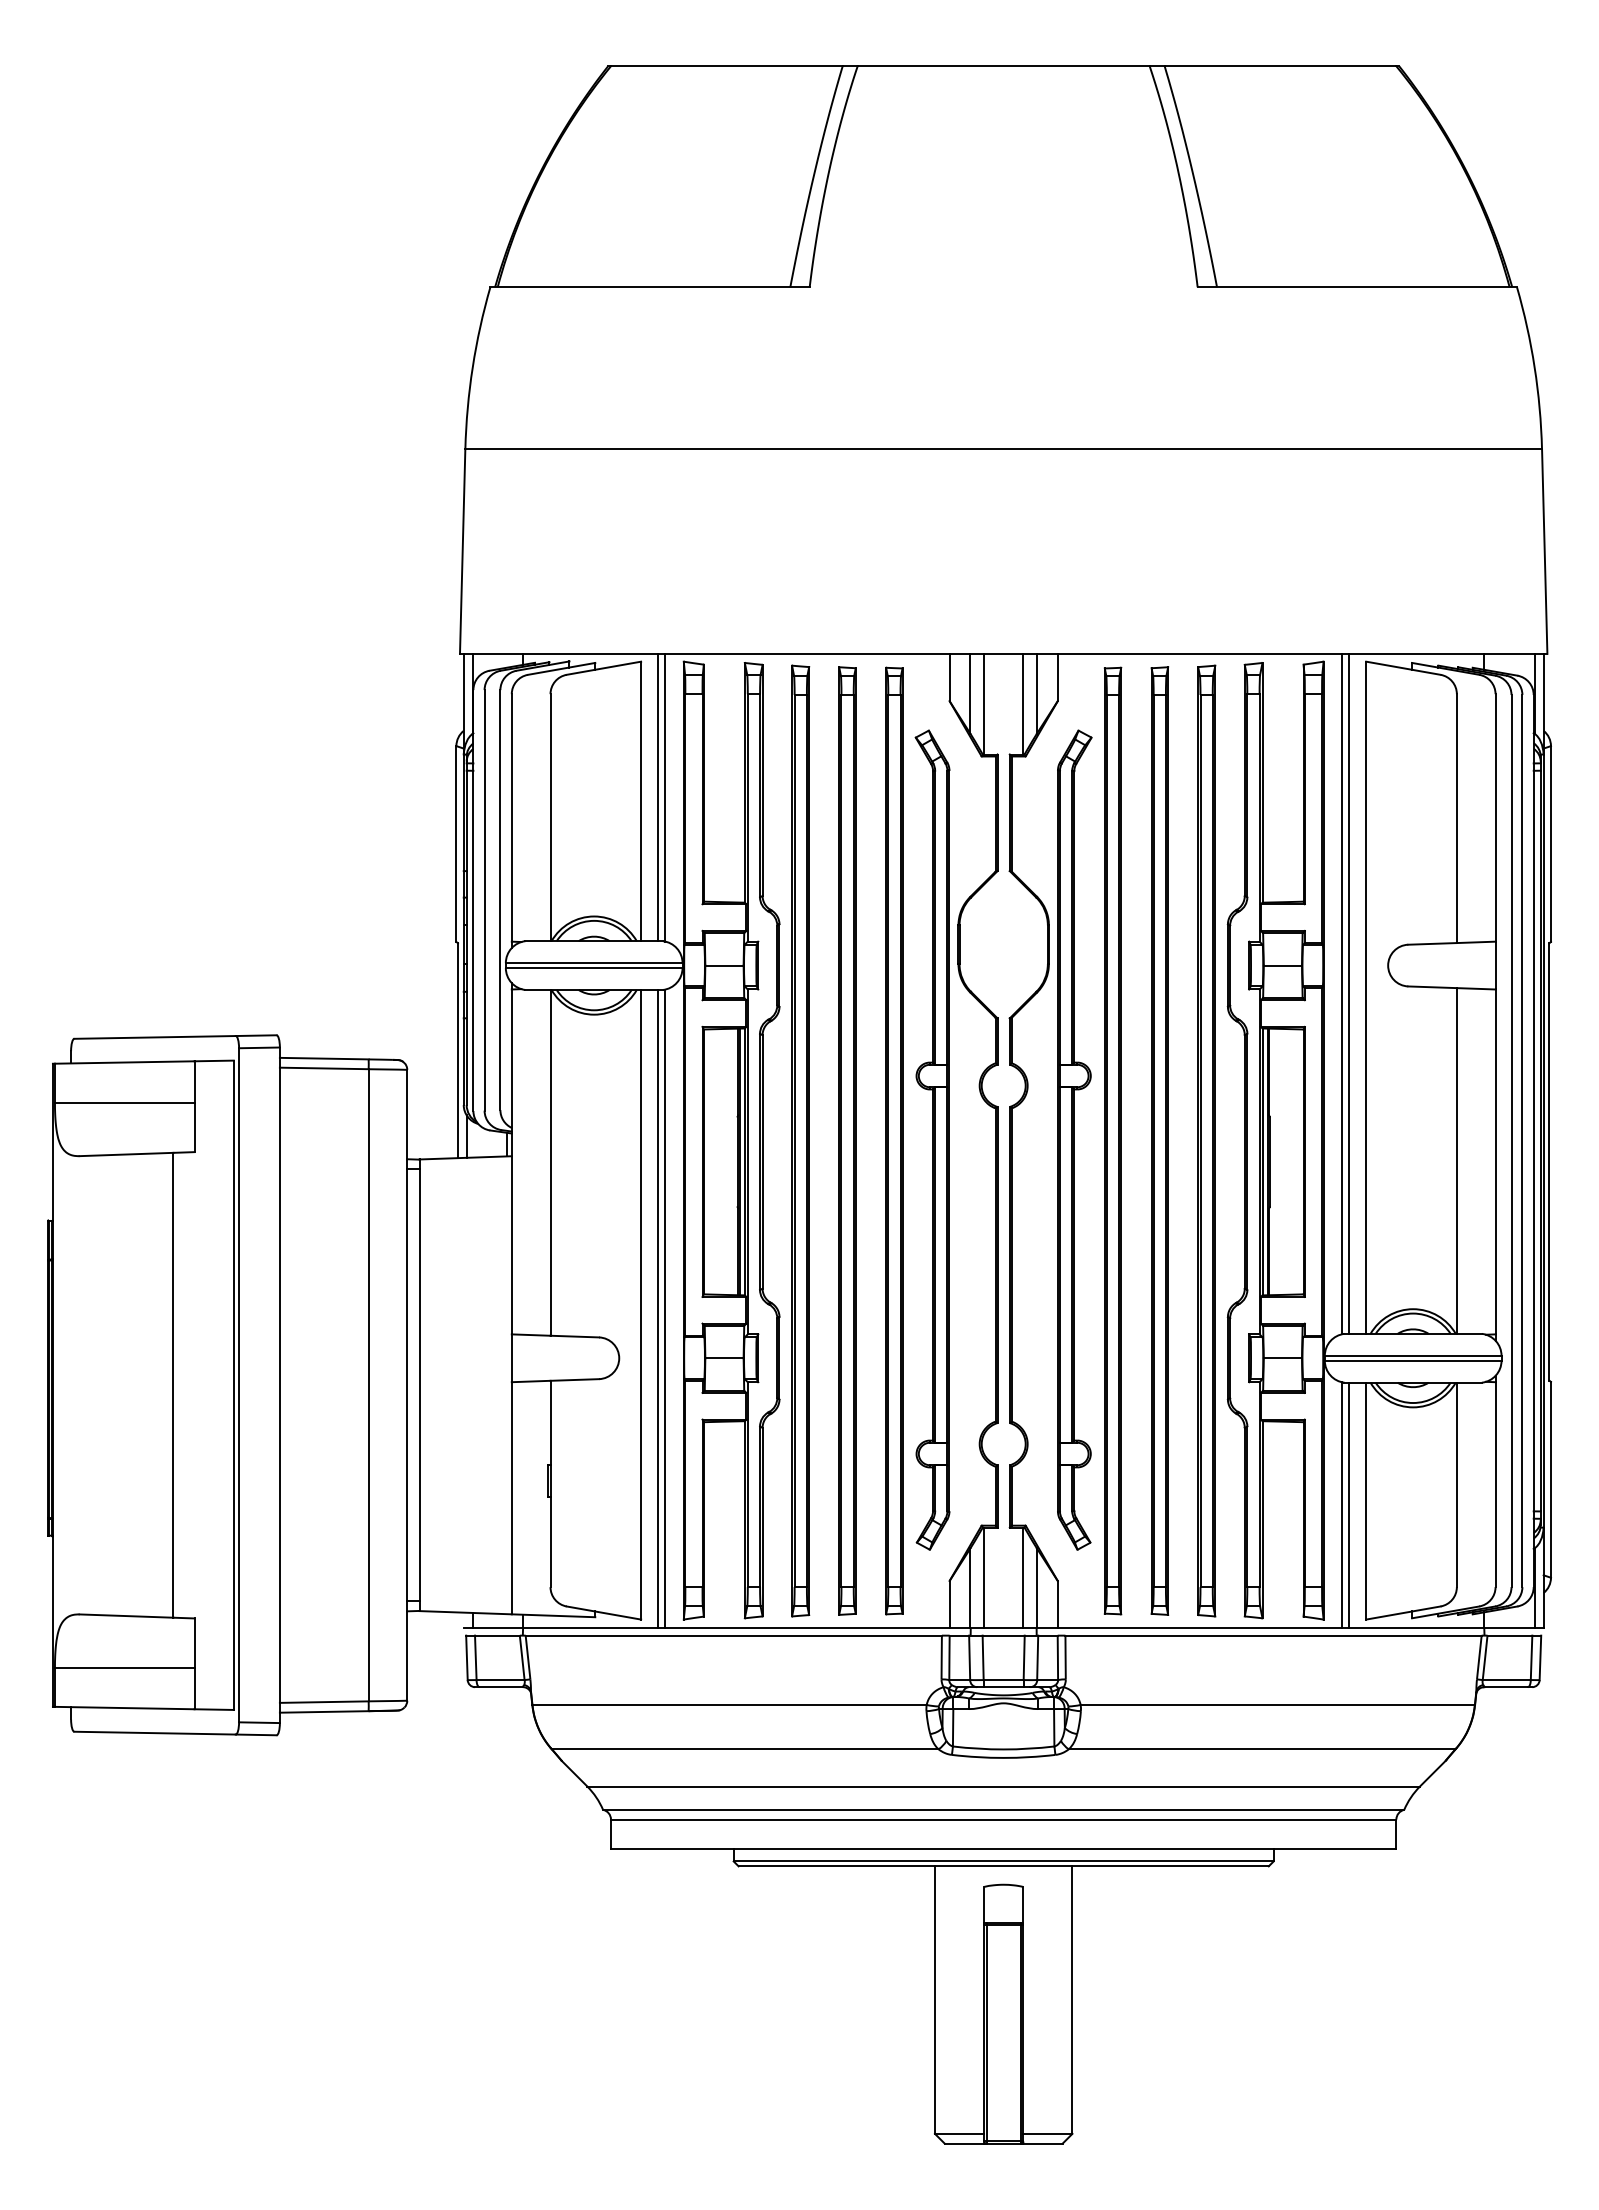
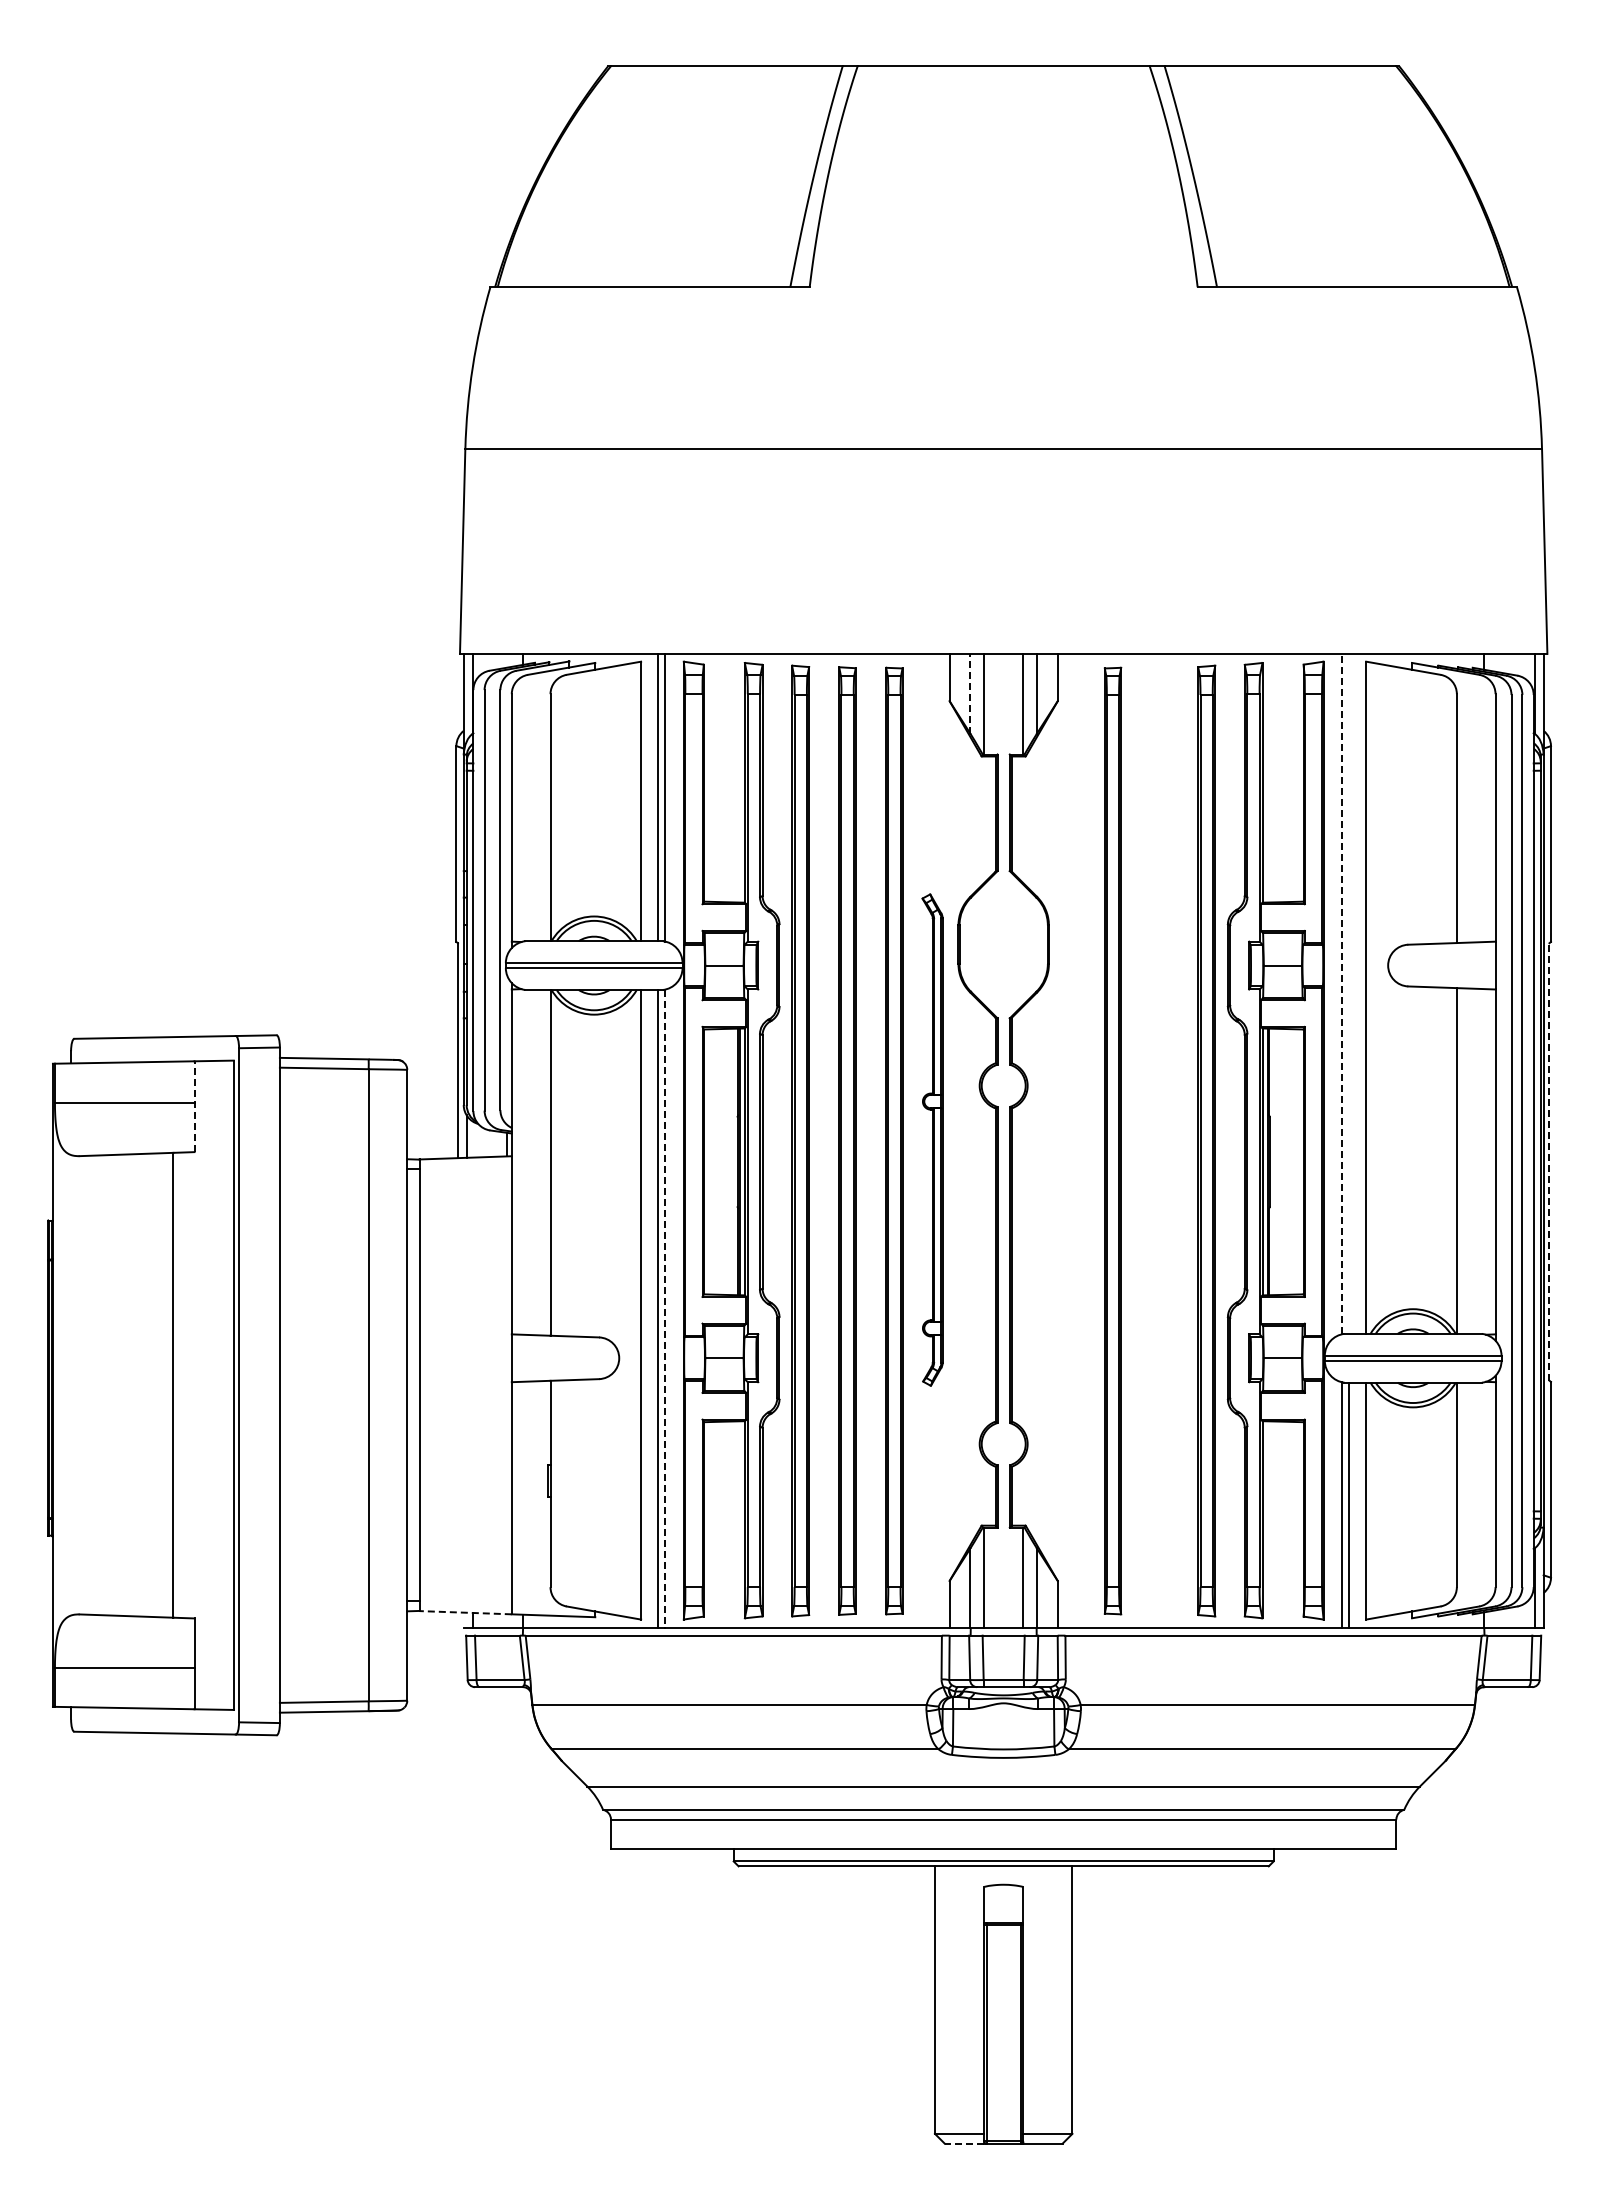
line at (970, 693): solid -> dashed
line at (1342, 993): solid -> dashed
line at (1349, 993): present -> none
line at (194, 1106): solid -> dashed
part at (932, 1139) size: 37x822 px -> 23x494 px
part at (1074, 1139): present -> none
part at (1159, 1140): present -> none
line at (1549, 1161): solid -> dashed
line at (665, 1309): solid -> dashed
line at (465, 1612): solid -> dashed
line at (964, 2143): solid -> dashed
